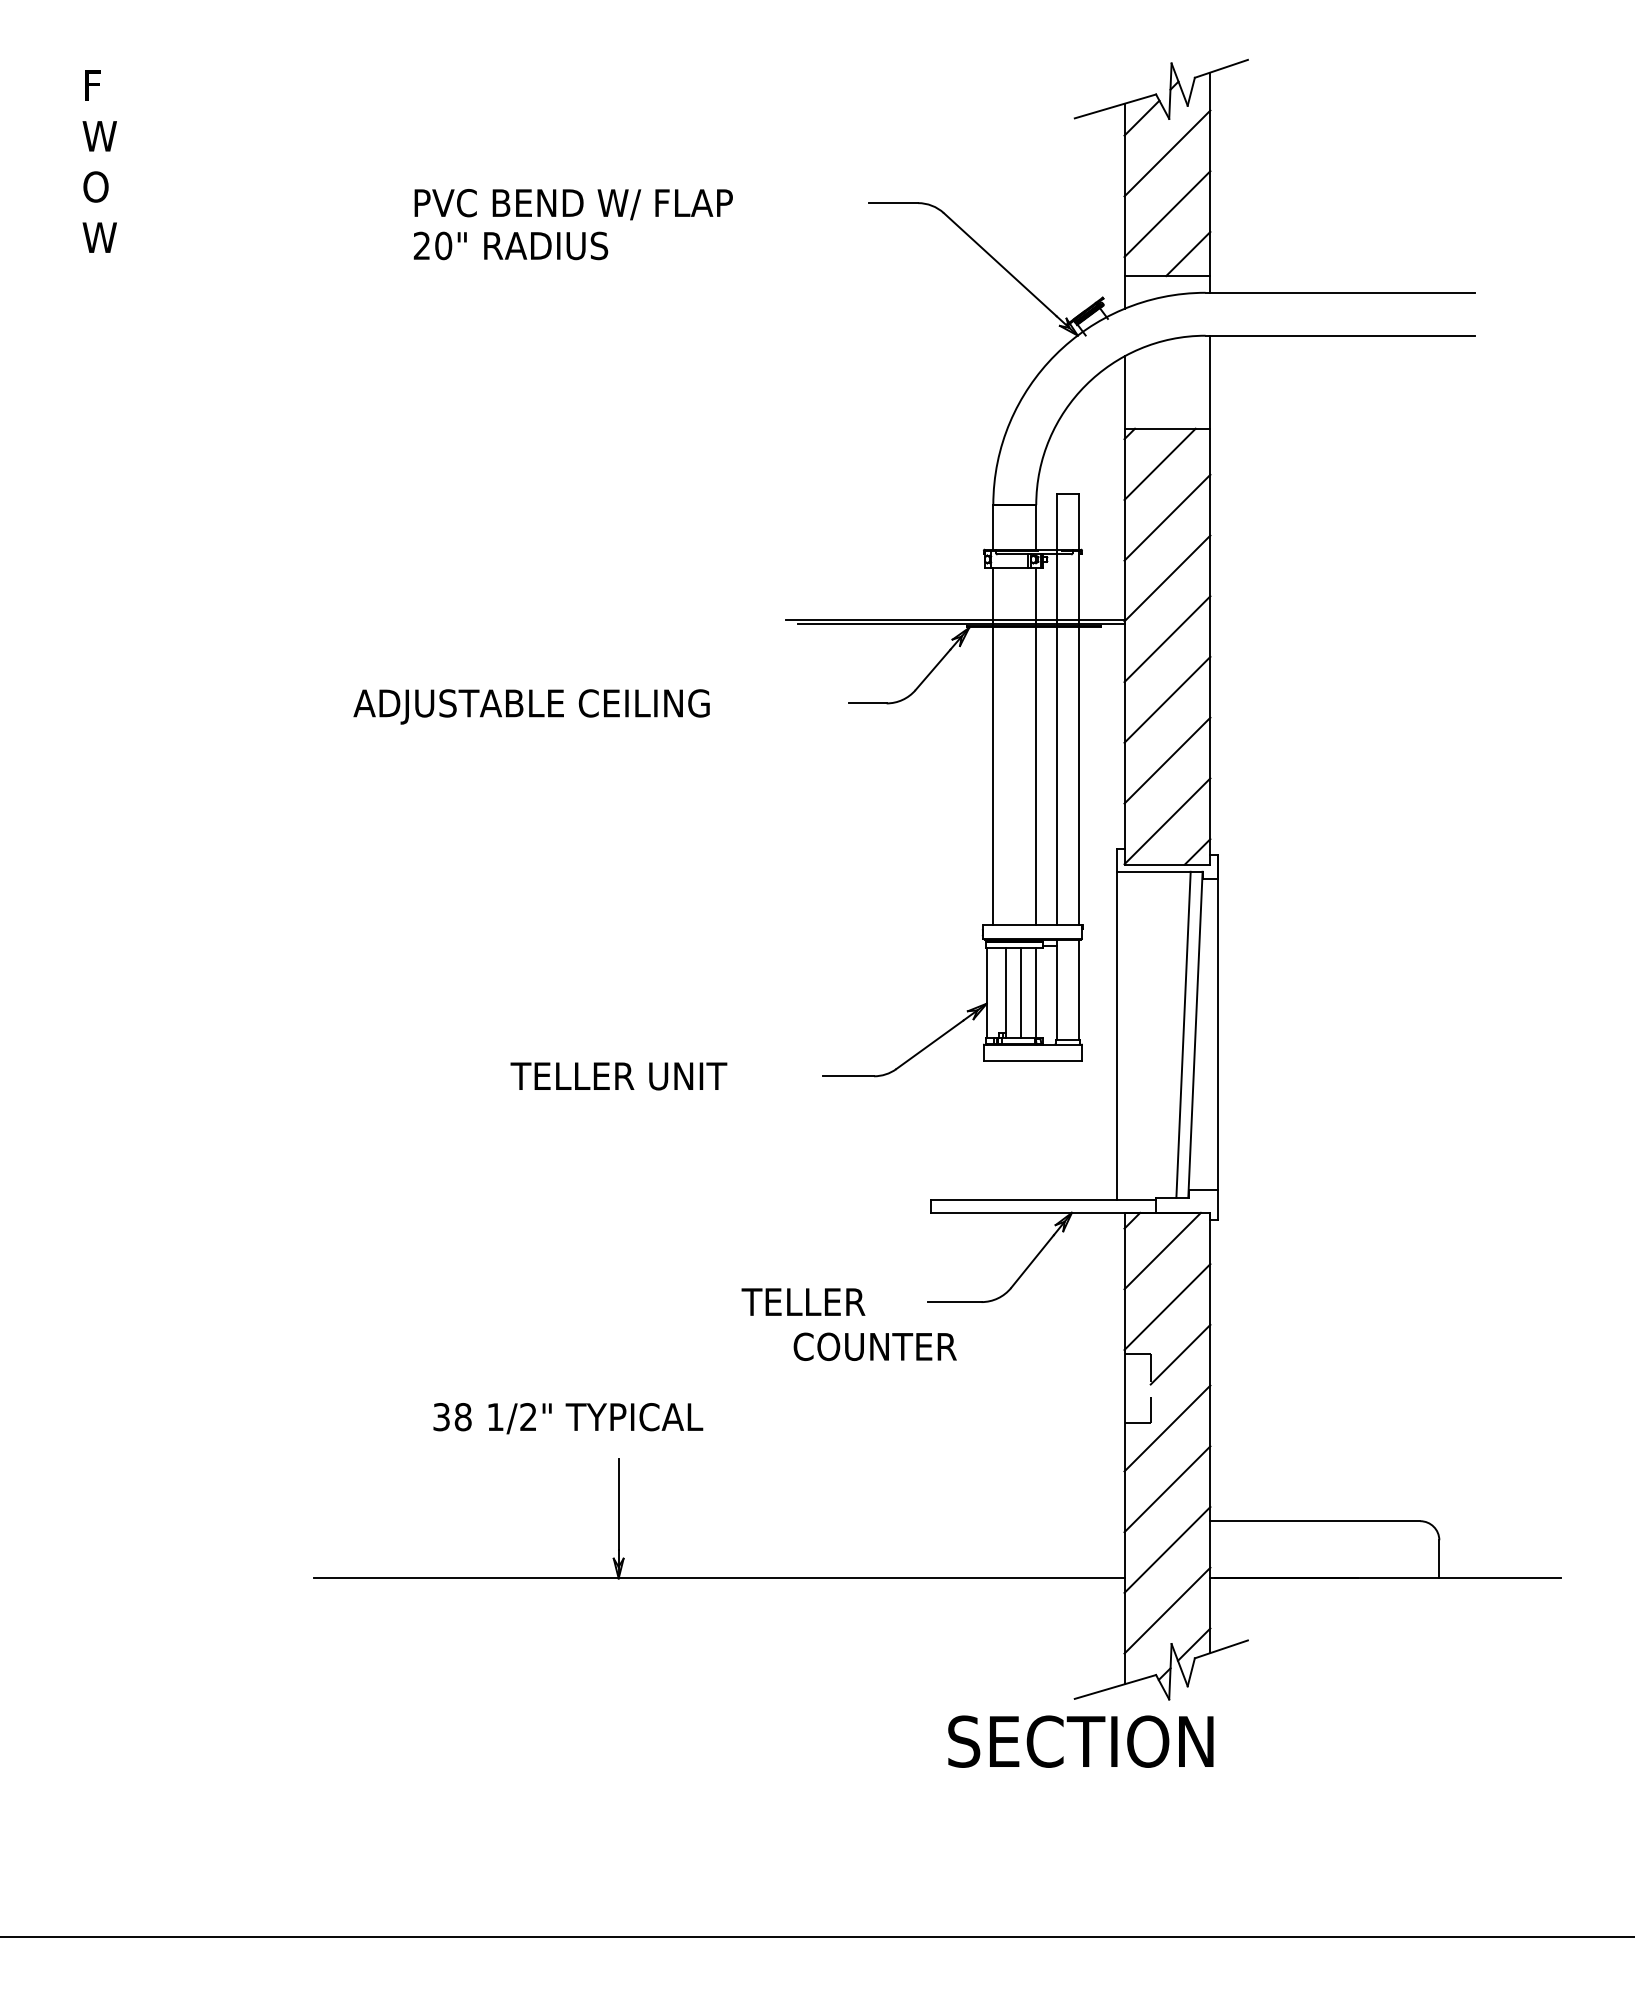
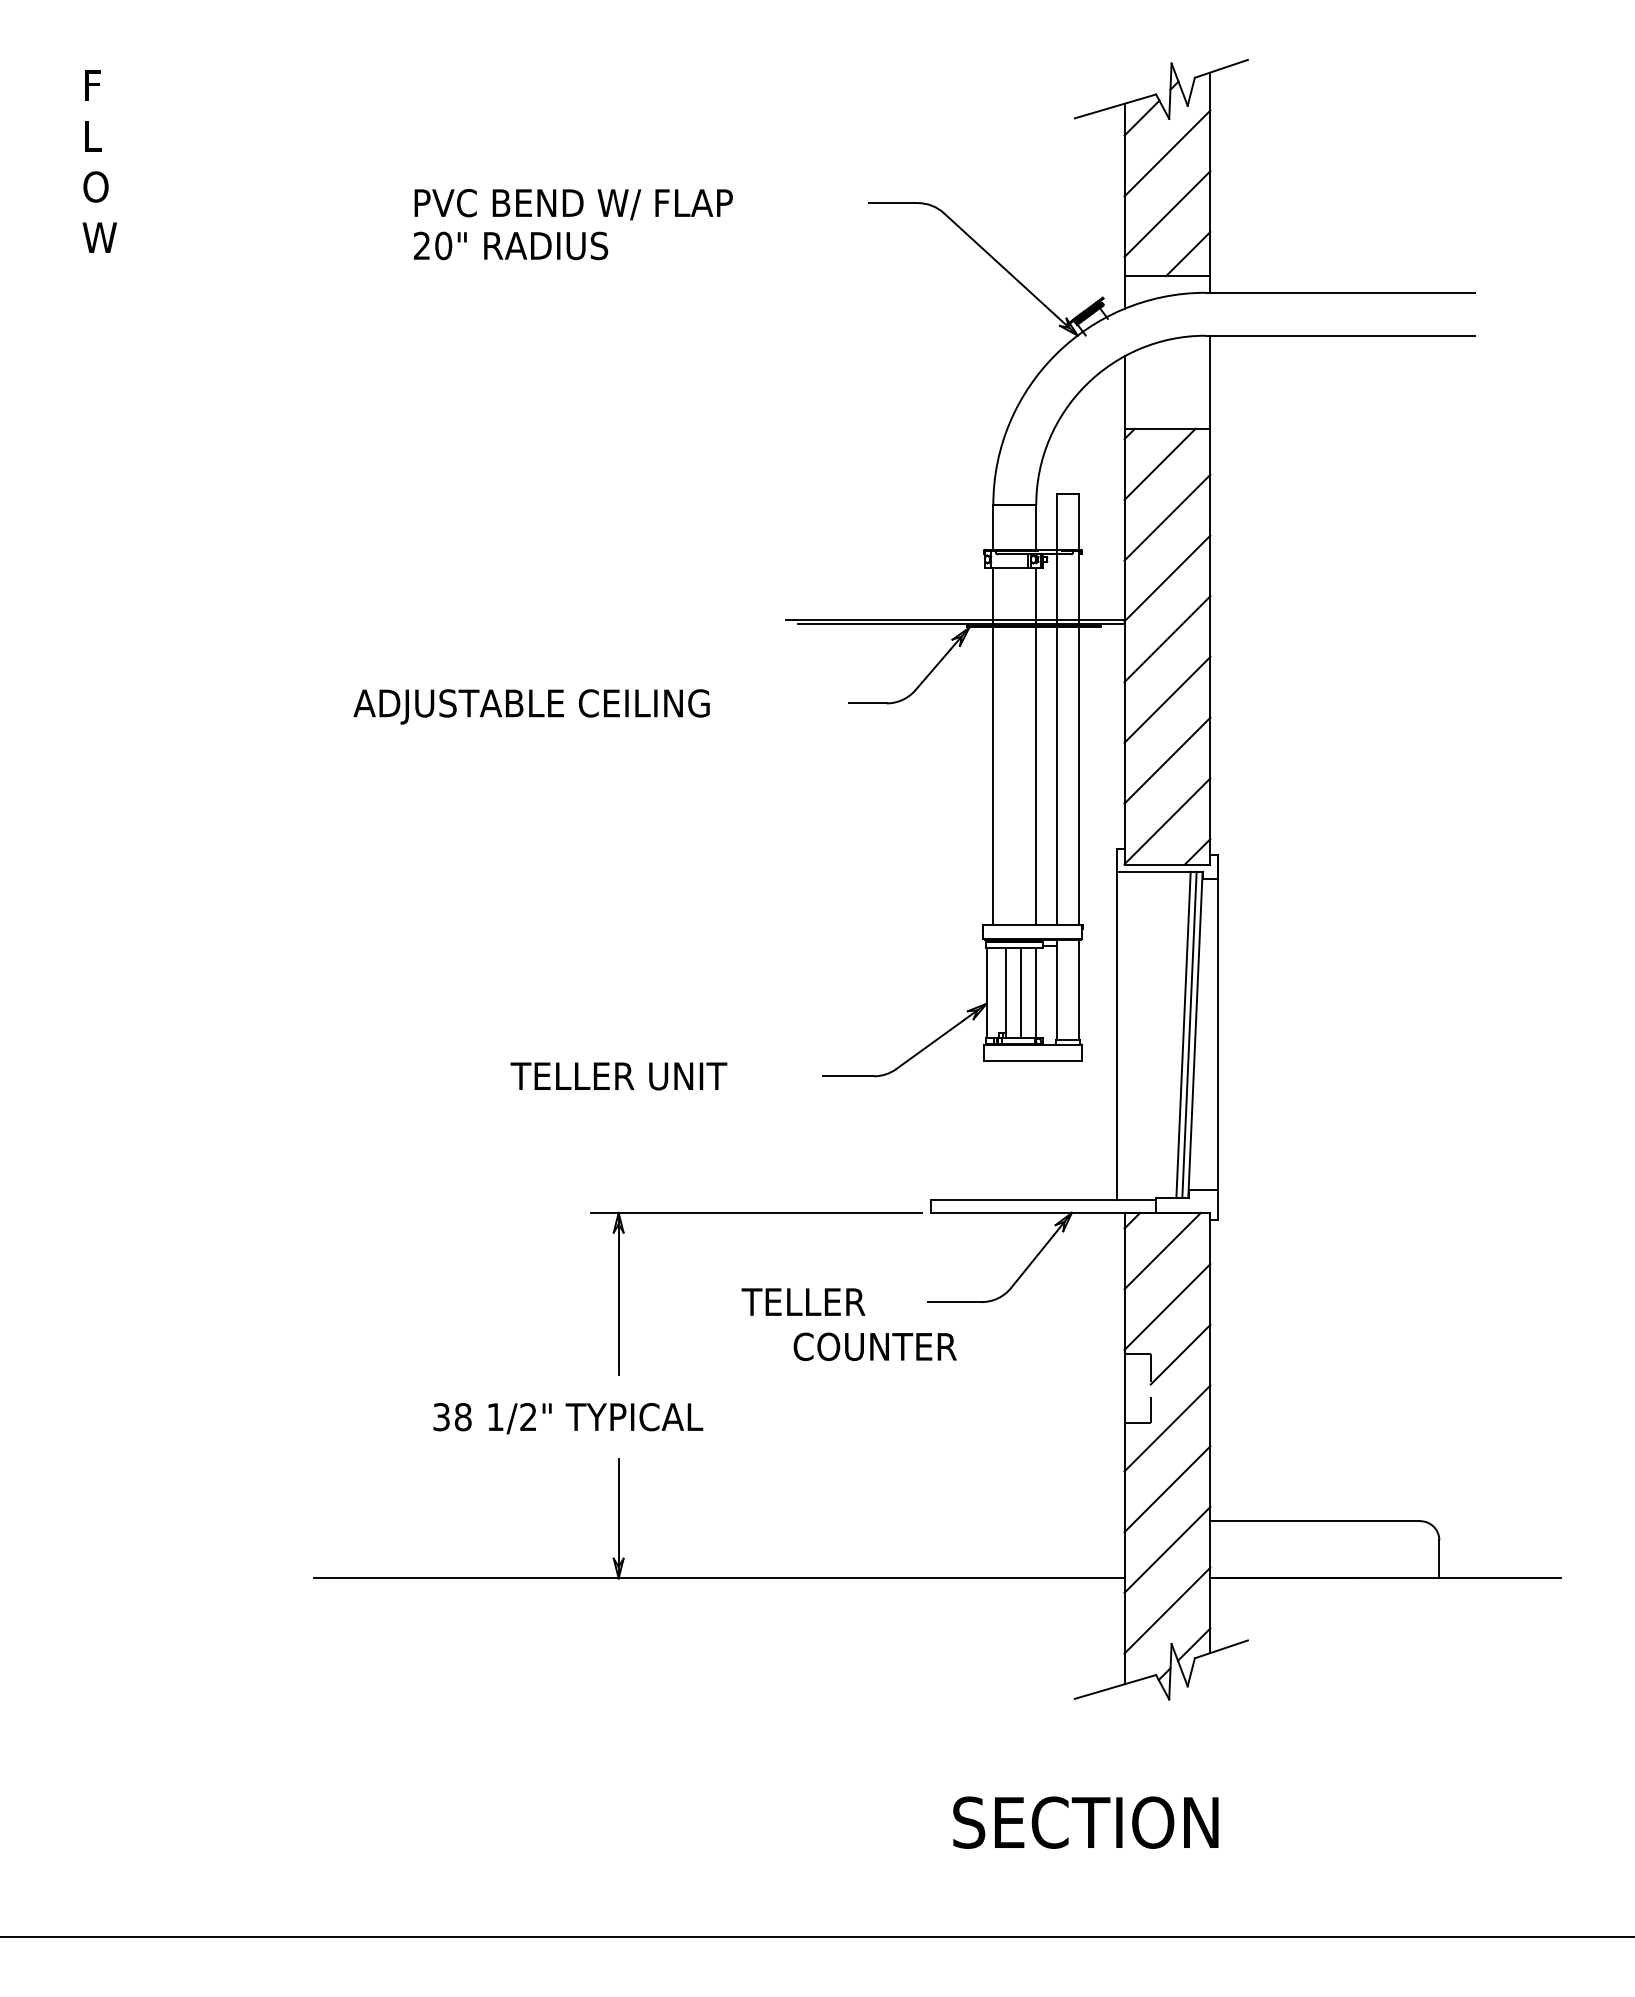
text at (99, 136): W -> L
line at (1189, 1034): none -> present
part at (756, 1213): none -> present
text at (1080, 1741) position: (1080, 1741) -> (1085, 1822)
